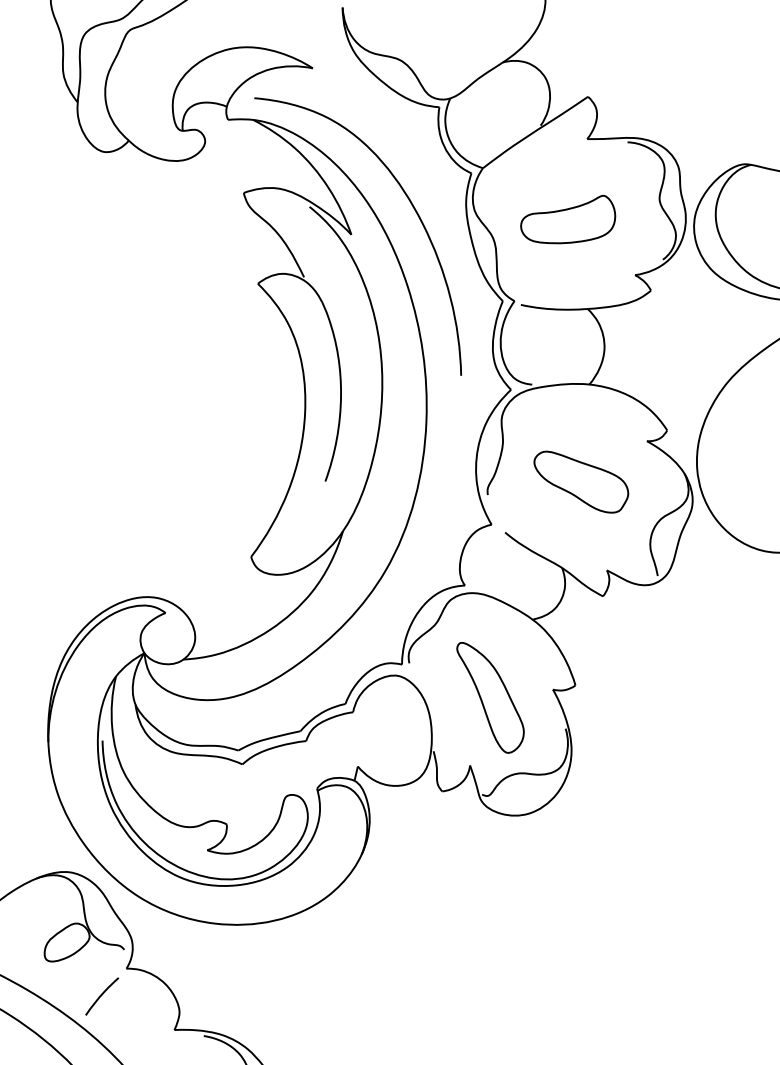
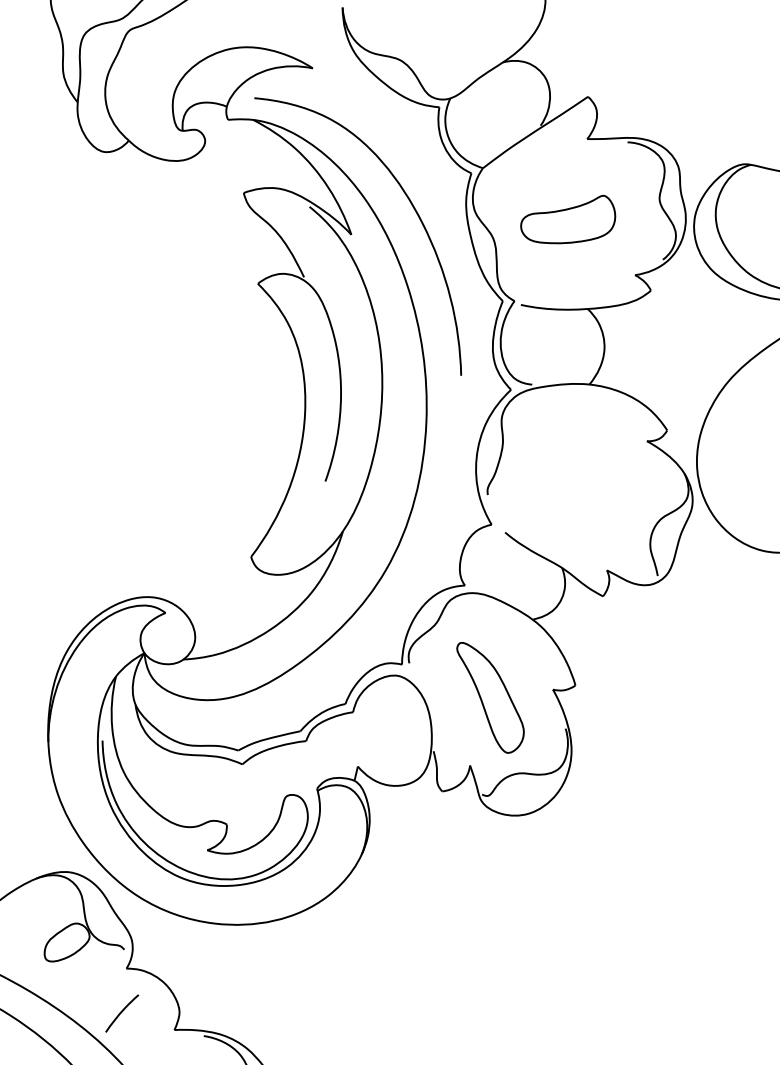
part at (581, 481): present -> none
curve at (102, 995) position: (102, 995) -> (122, 1012)
